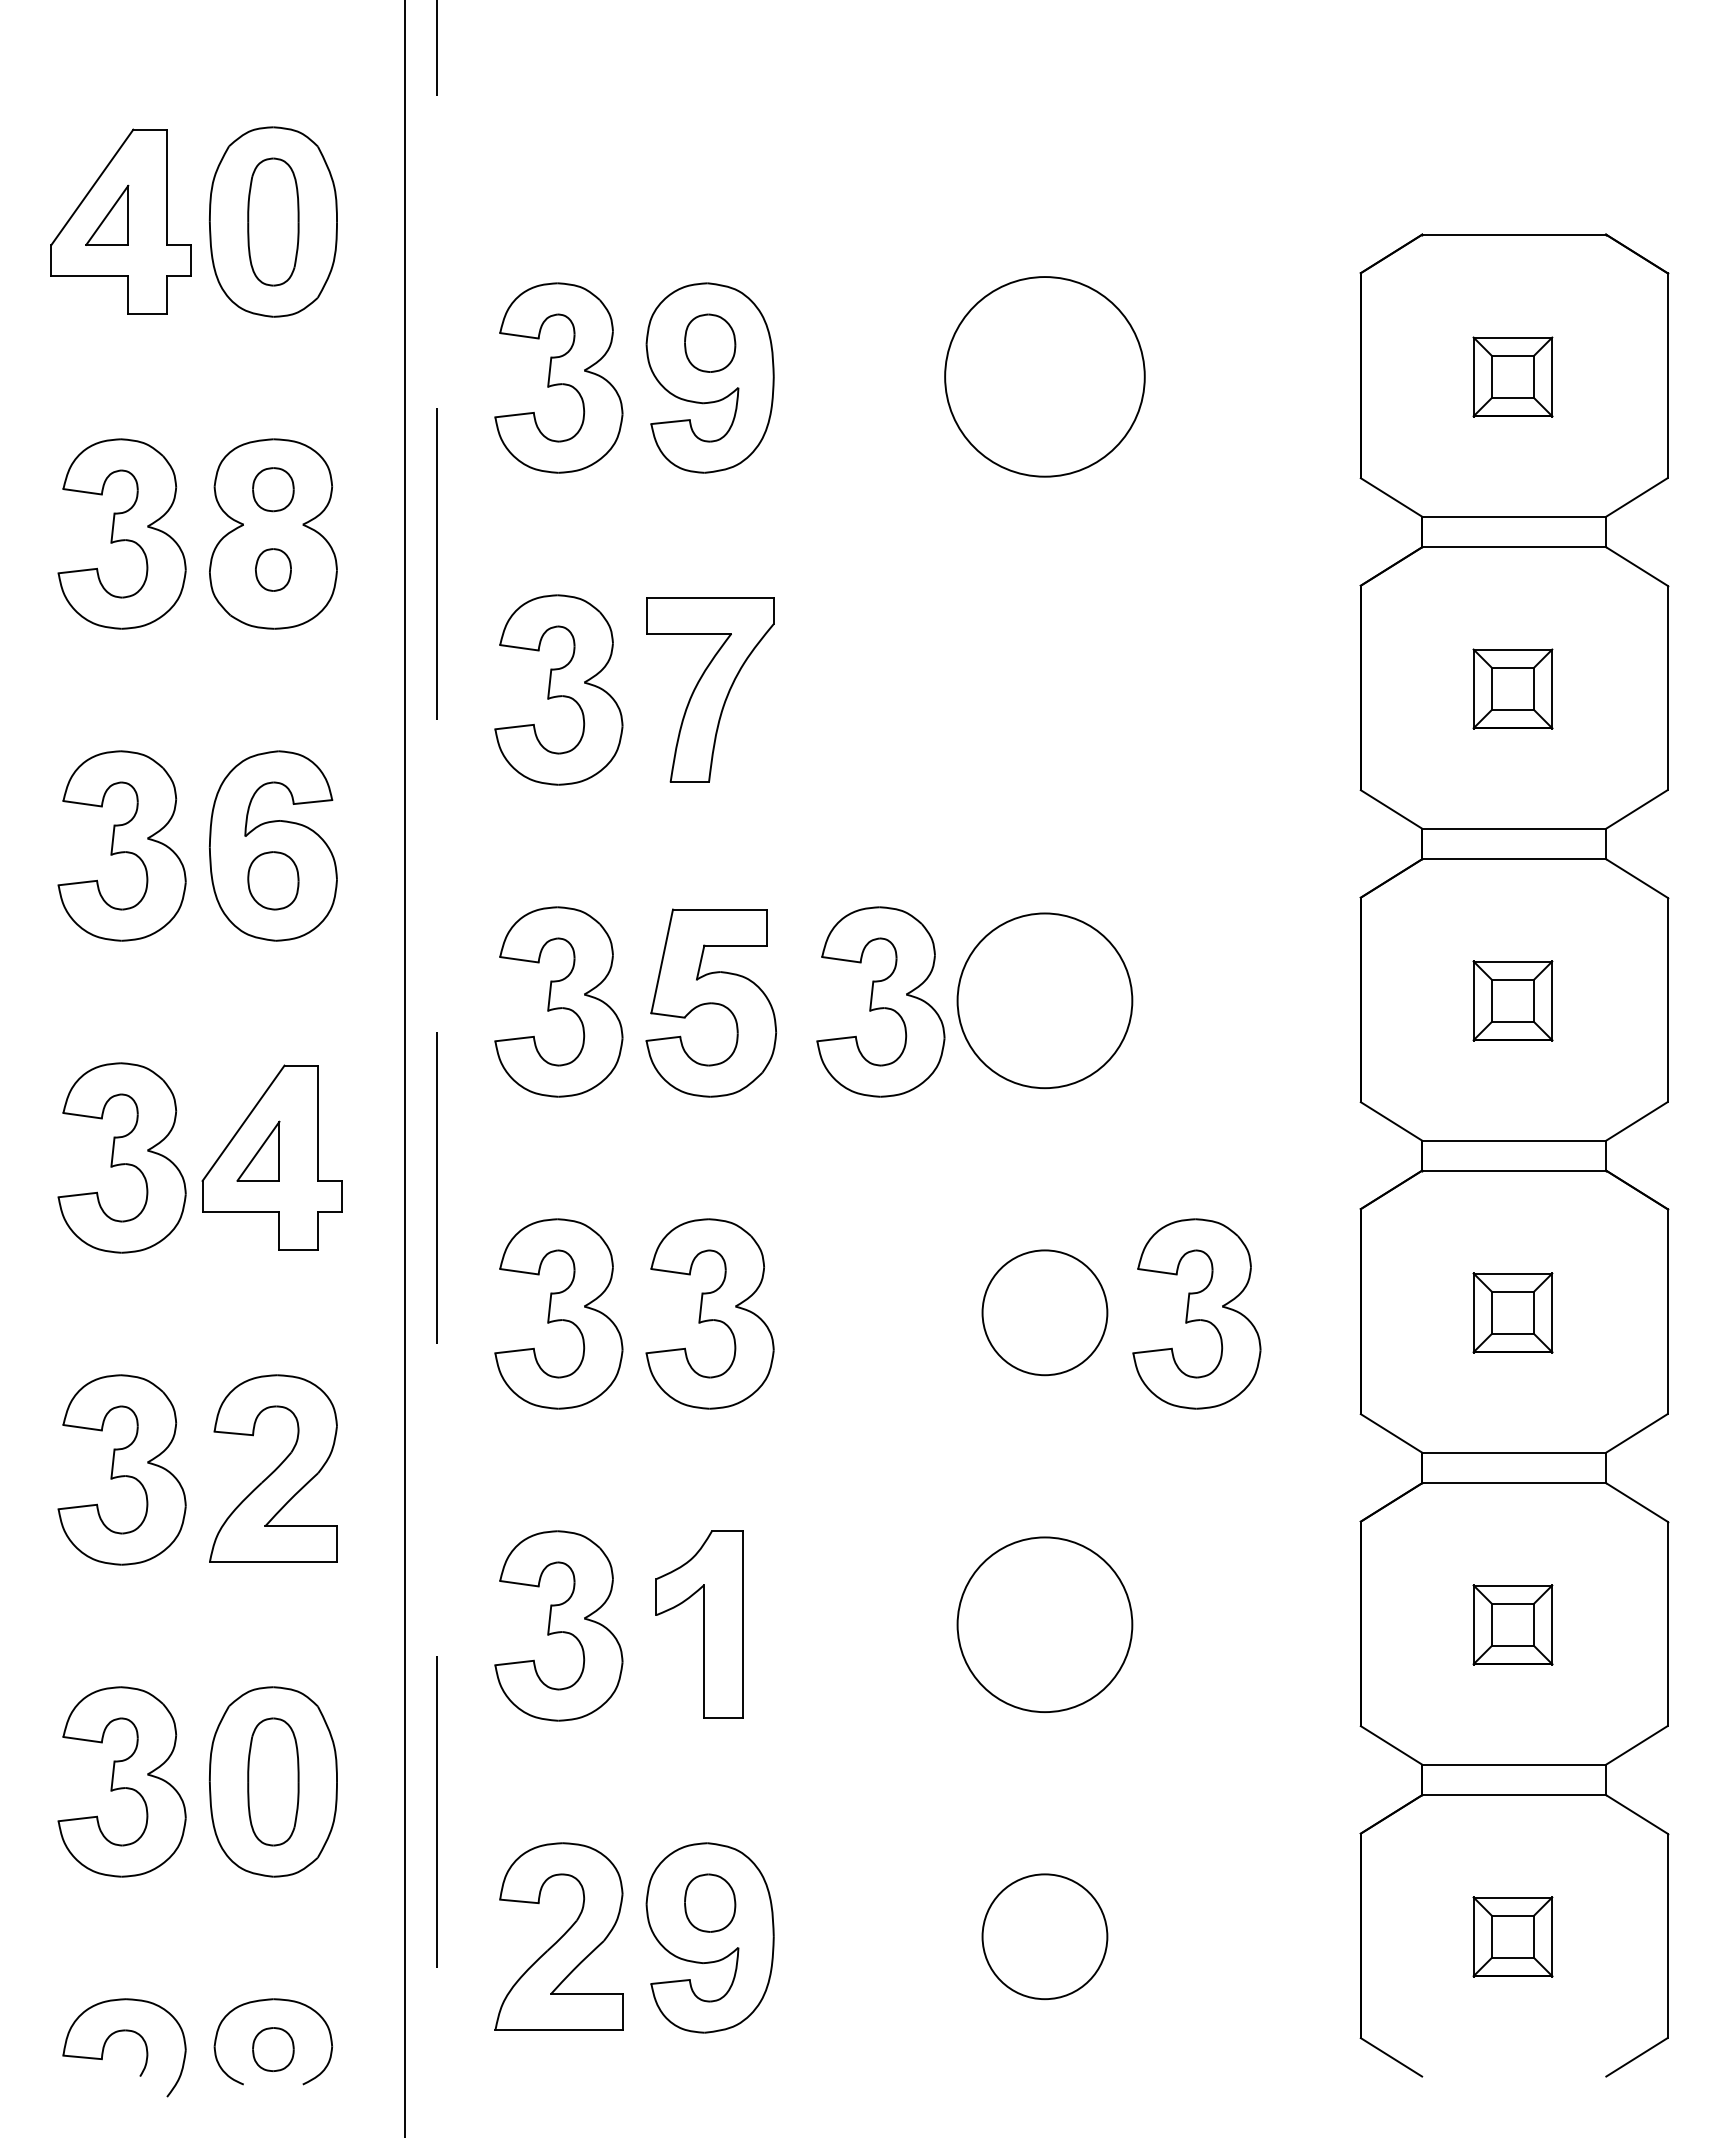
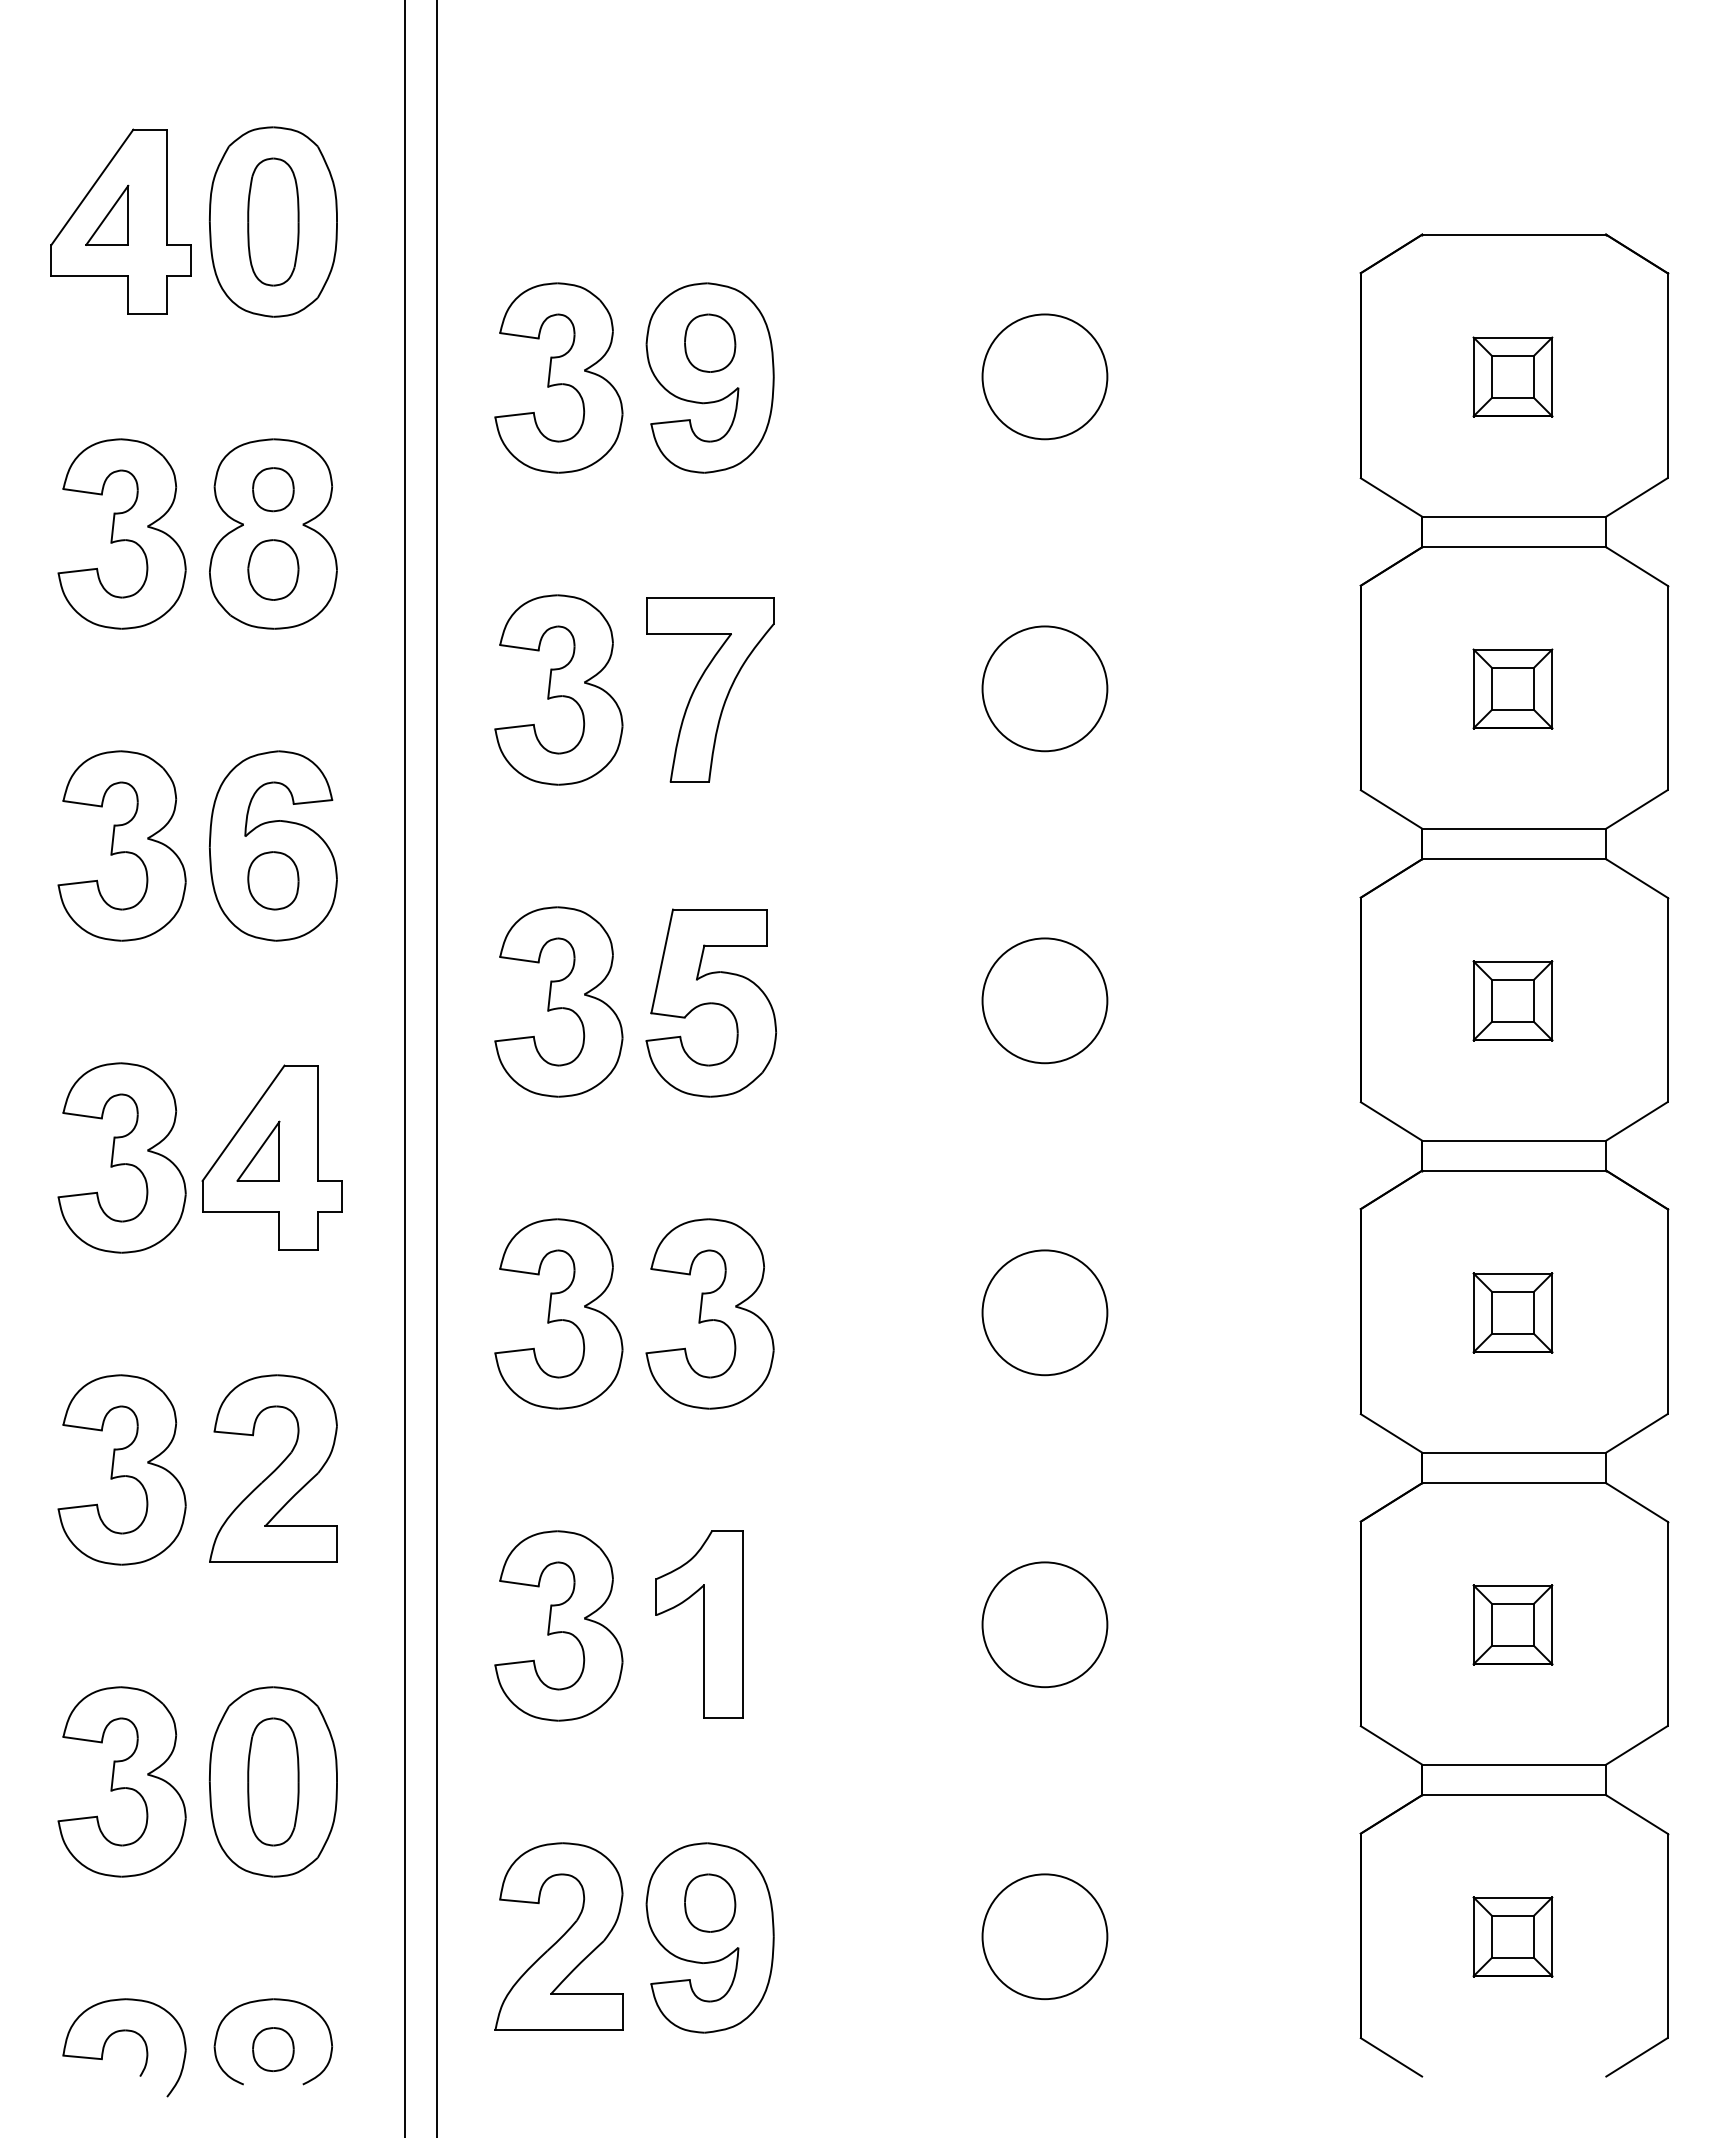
circle at (1044, 376) diameter: 200 px -> 125 px
part at (273, 569) size: 37x44 px -> 53x62 px
circle at (1044, 688): none -> present
circle at (1044, 1000) diameter: 175 px -> 125 px
part at (880, 1001): present -> none
line at (436, 1067): dashed -> solid
part at (1196, 1313): present -> none
circle at (1044, 1624) diameter: 175 px -> 125 px
